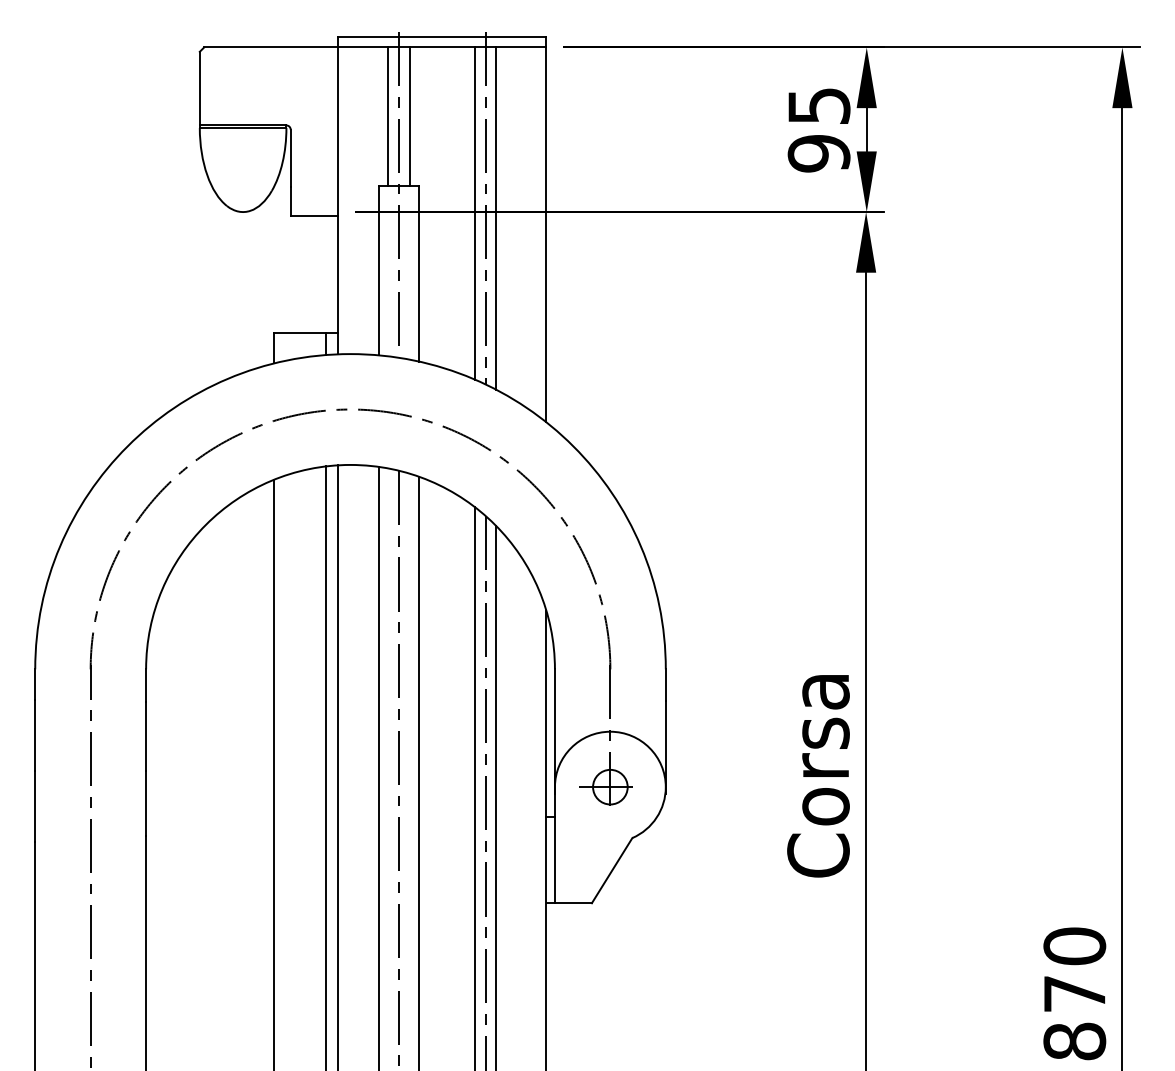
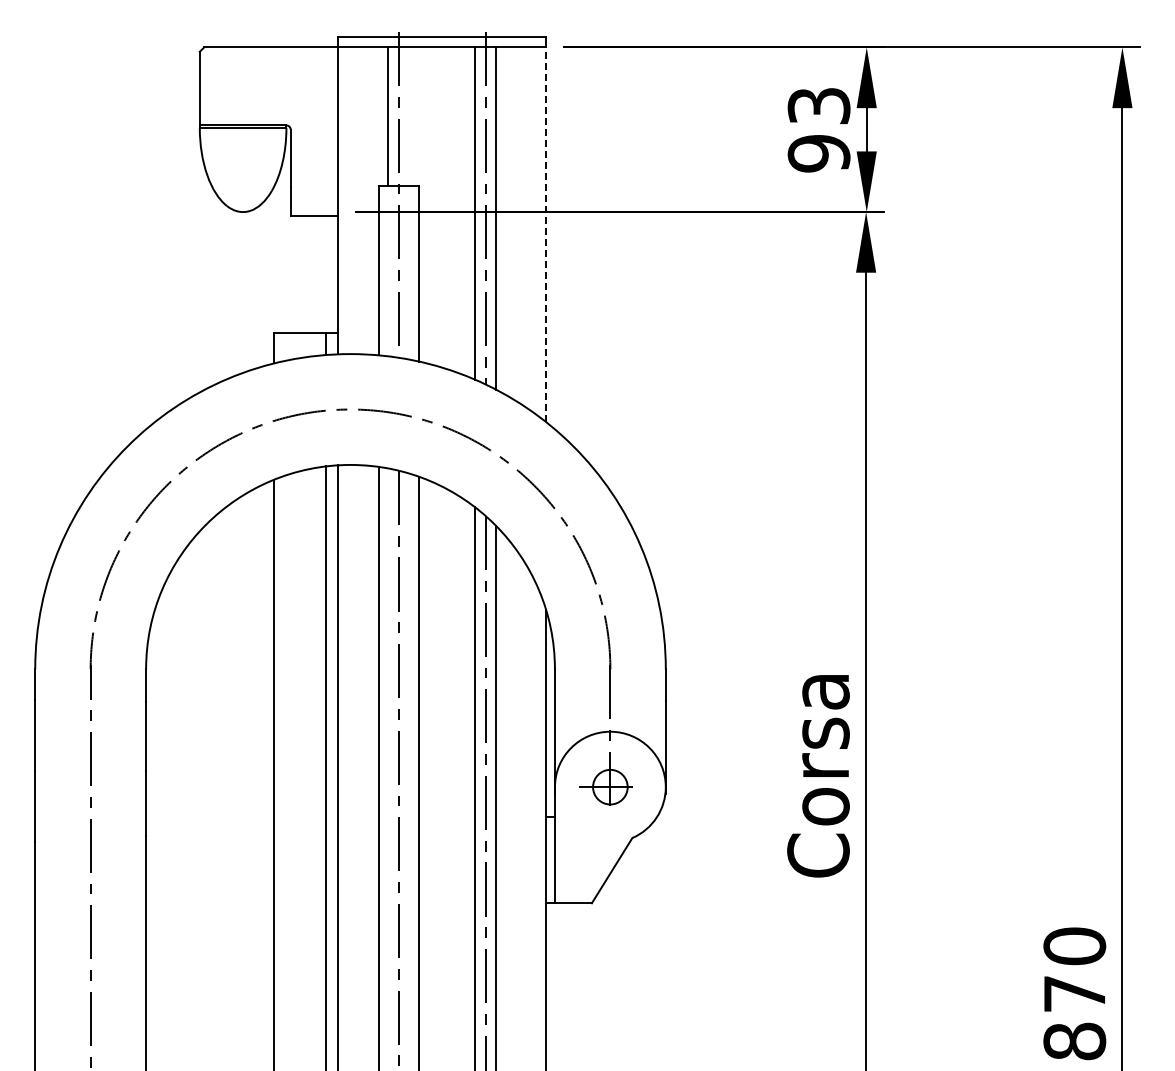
text at (818, 105): 95 -> 93
line at (409, 116): present -> none
line at (546, 234): solid -> dashed
